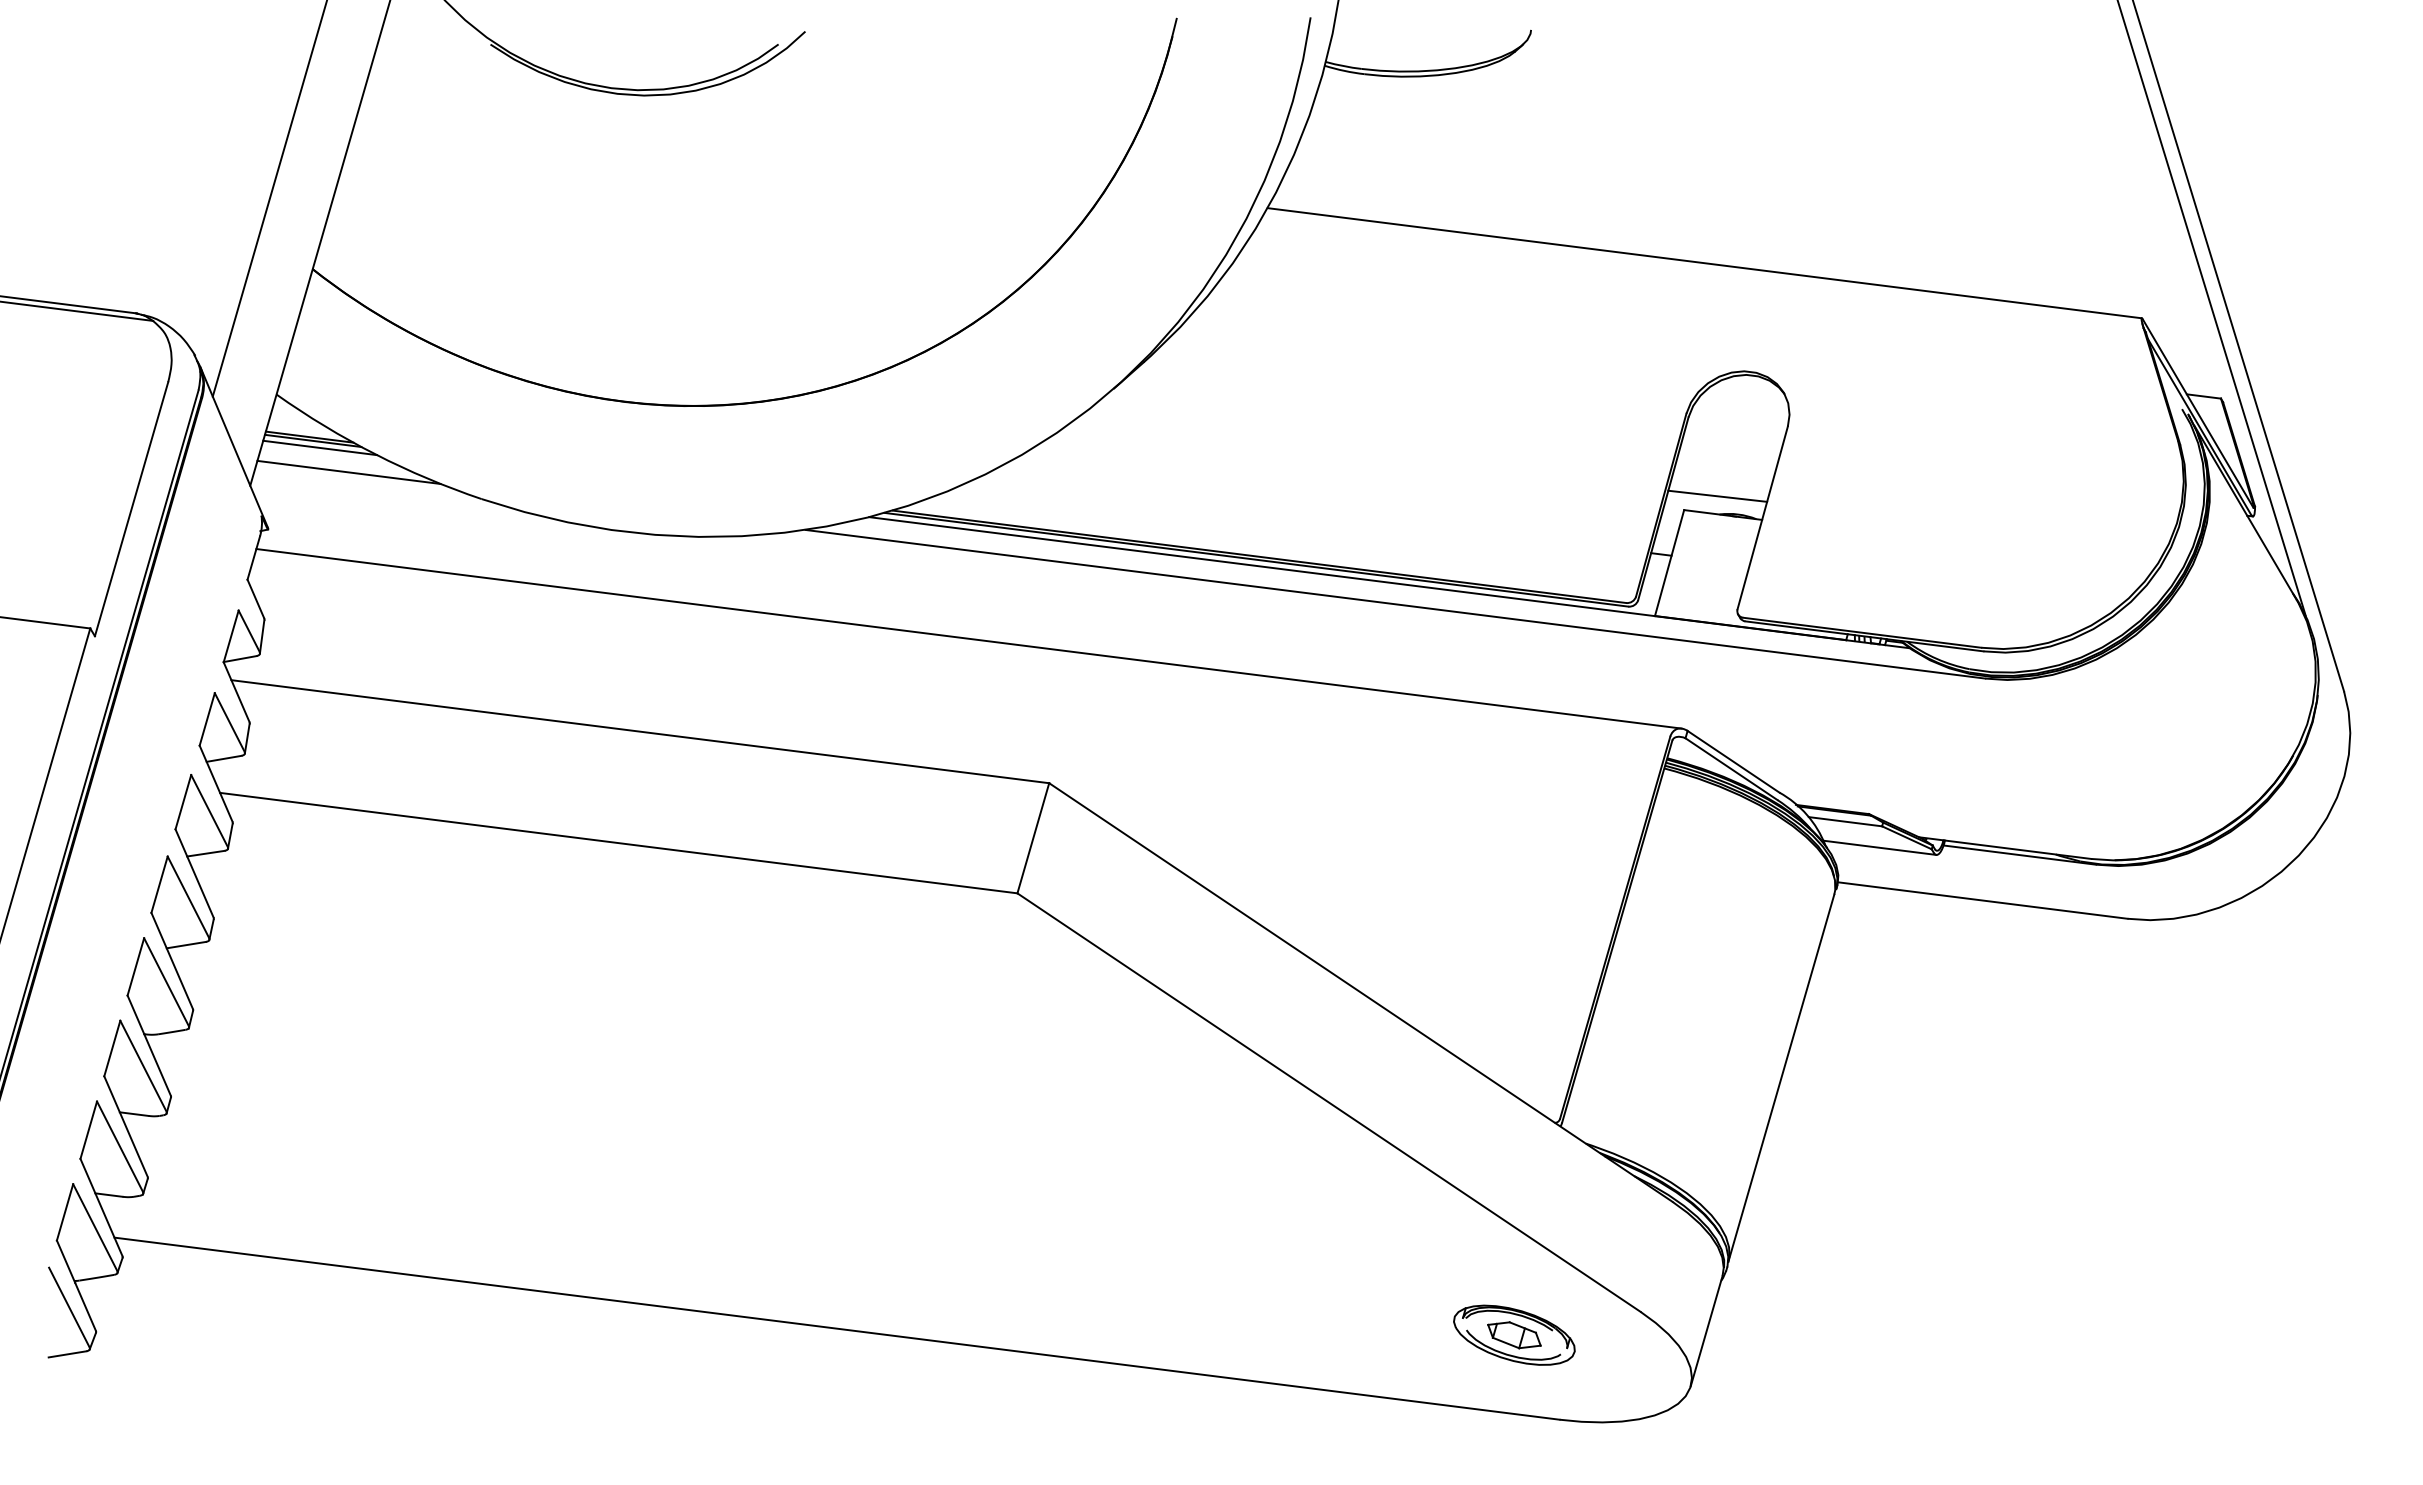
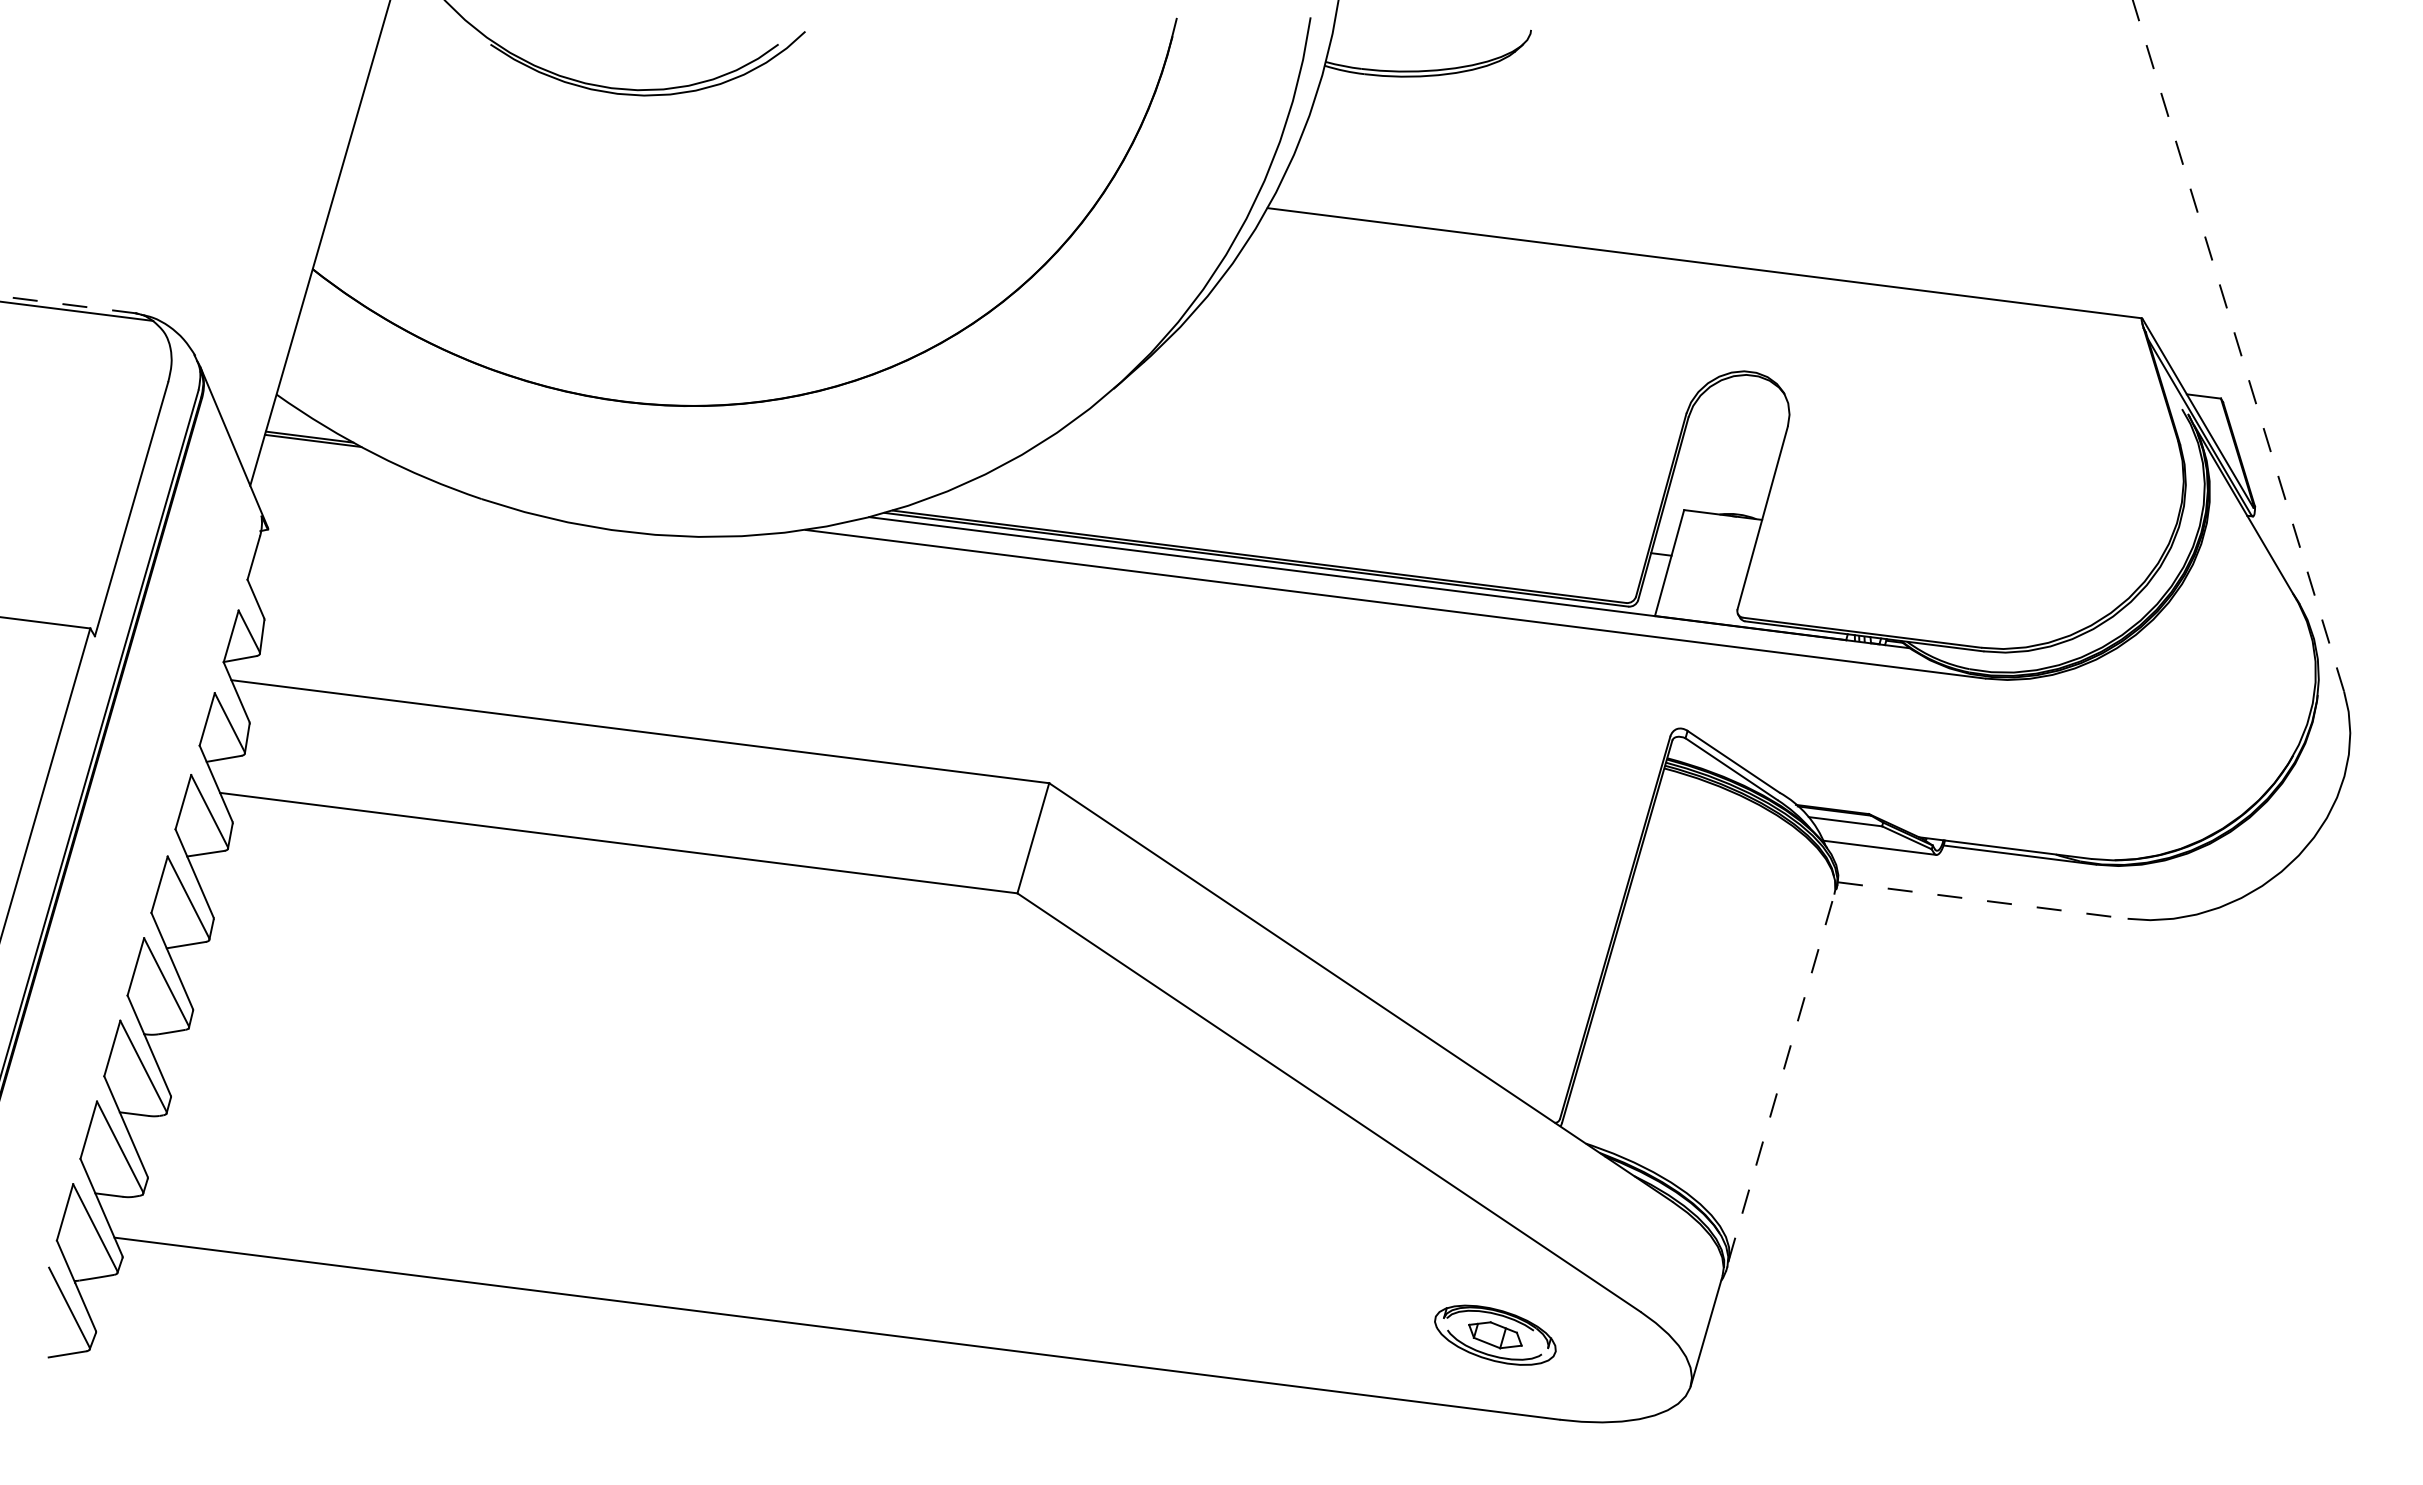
line at (269, 199): present -> none
line at (68, 304): solid -> dashed
line at (2211, 308): present -> none
line at (2238, 345): solid -> dashed
line at (319, 447): present -> none
line at (348, 471): present -> none
line at (1717, 495): present -> none
line at (968, 638): present -> none
line at (1982, 900): solid -> dashed
line at (1781, 1077): solid -> dashed
part at (1514, 1334) position: (1514, 1334) -> (1495, 1334)
